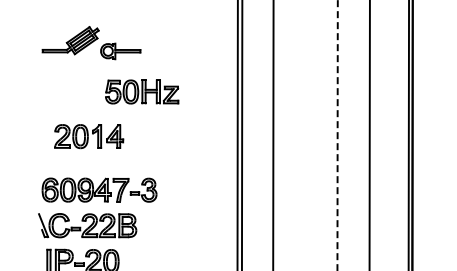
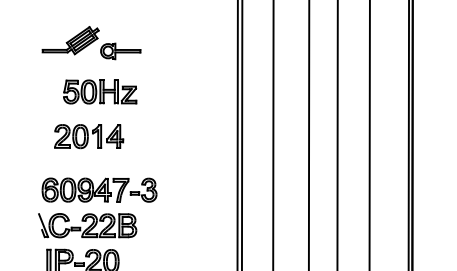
part at (142, 91) position: (142, 91) -> (100, 91)
line at (308, 134): none -> present
line at (337, 135): dashed -> solid
